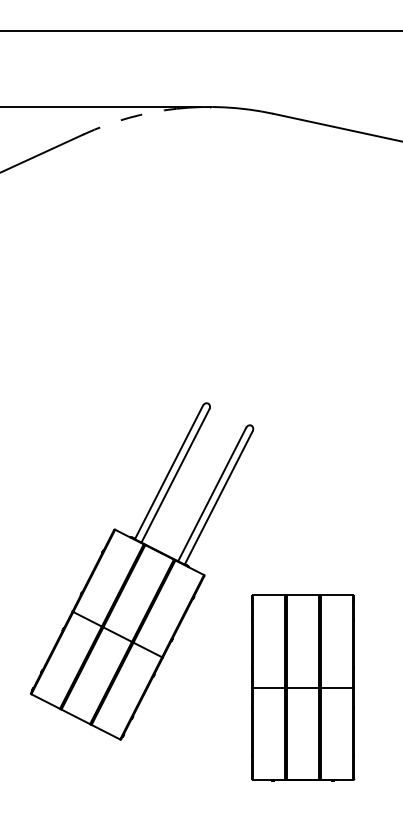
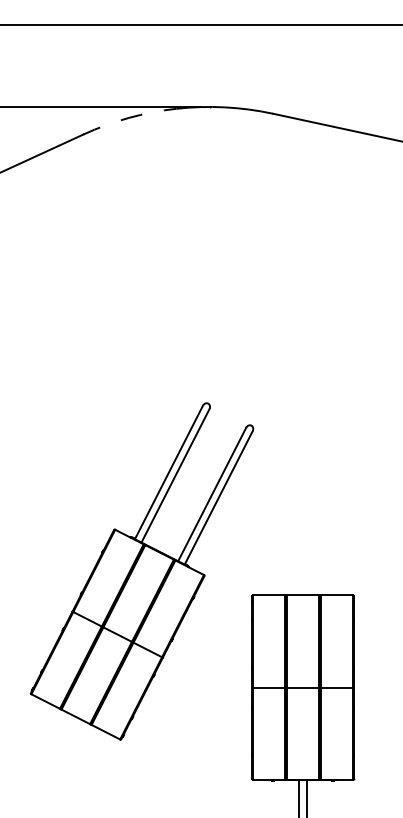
line at (200, 30) position: (200, 30) -> (200, 24)
line at (299, 797): none -> present
line at (306, 797): none -> present
